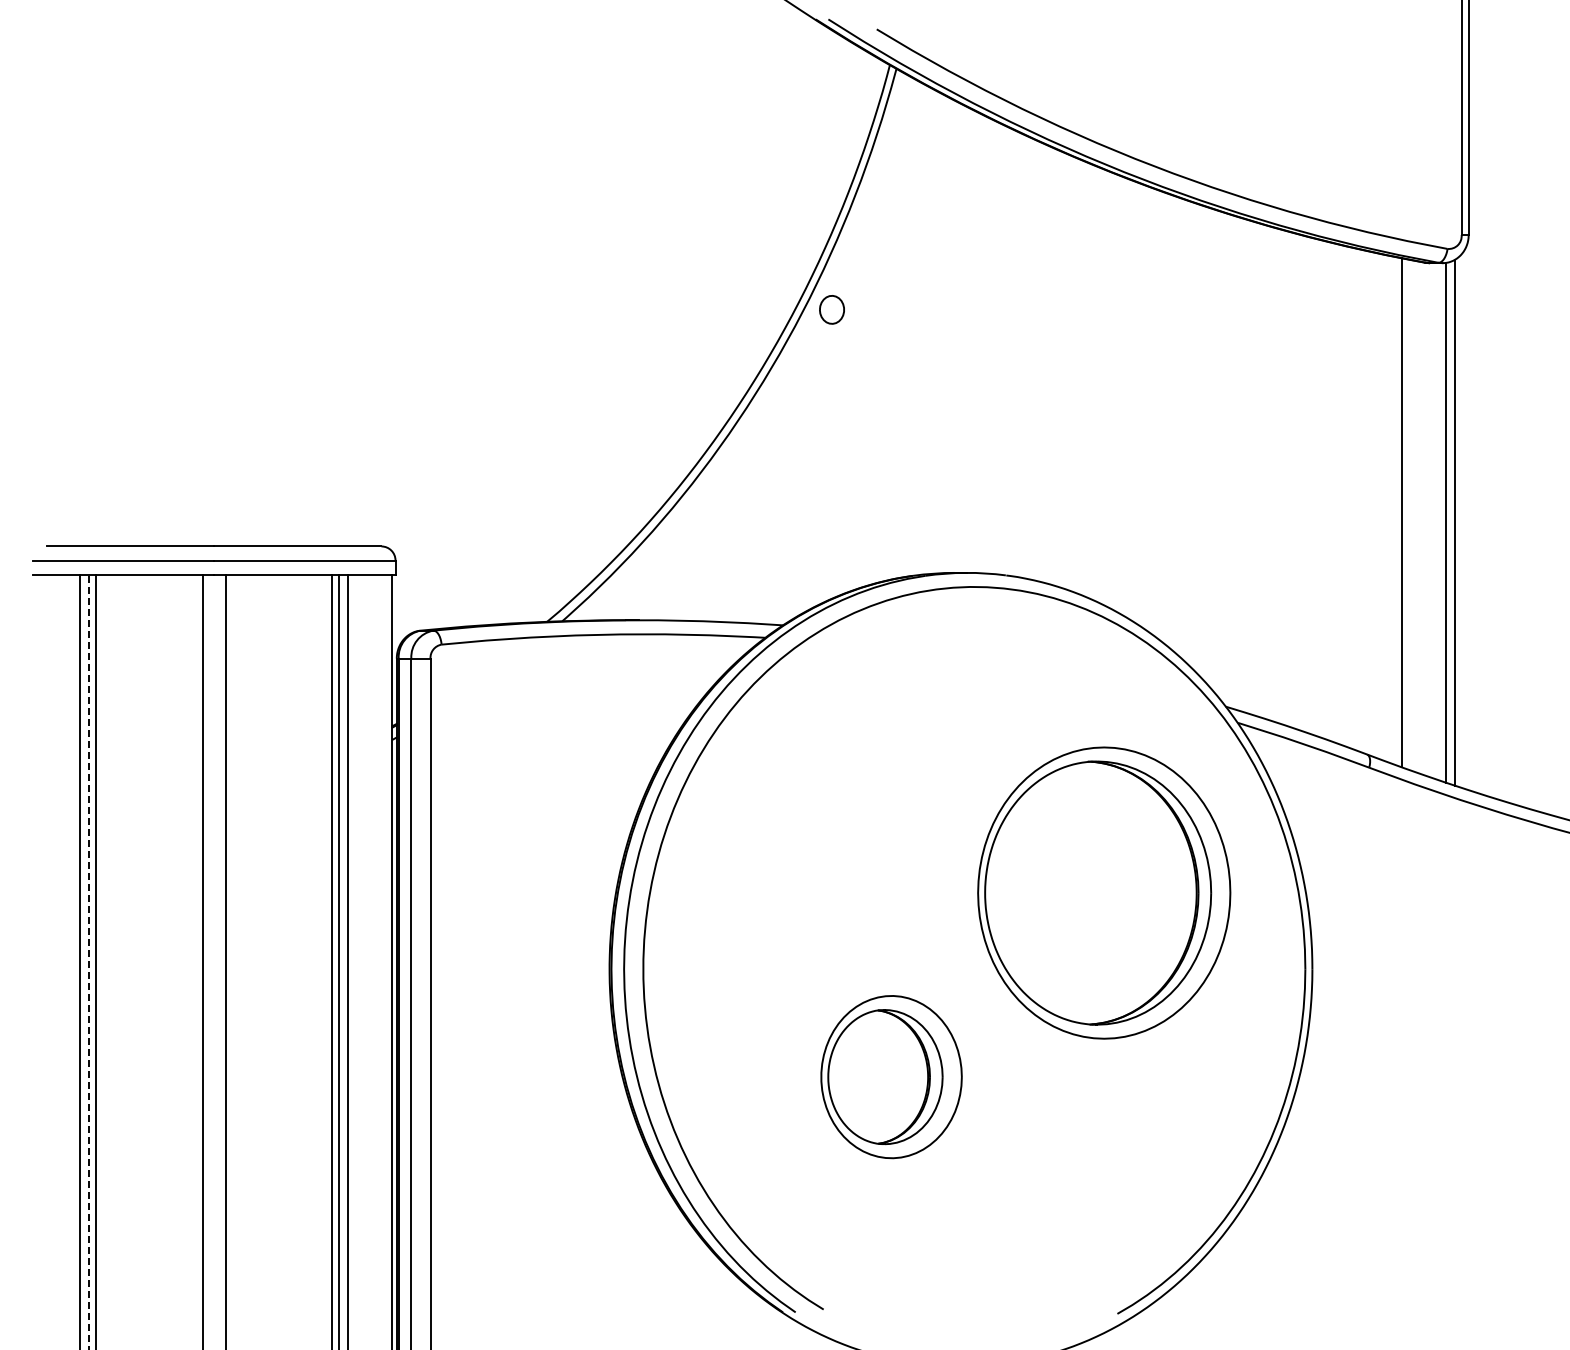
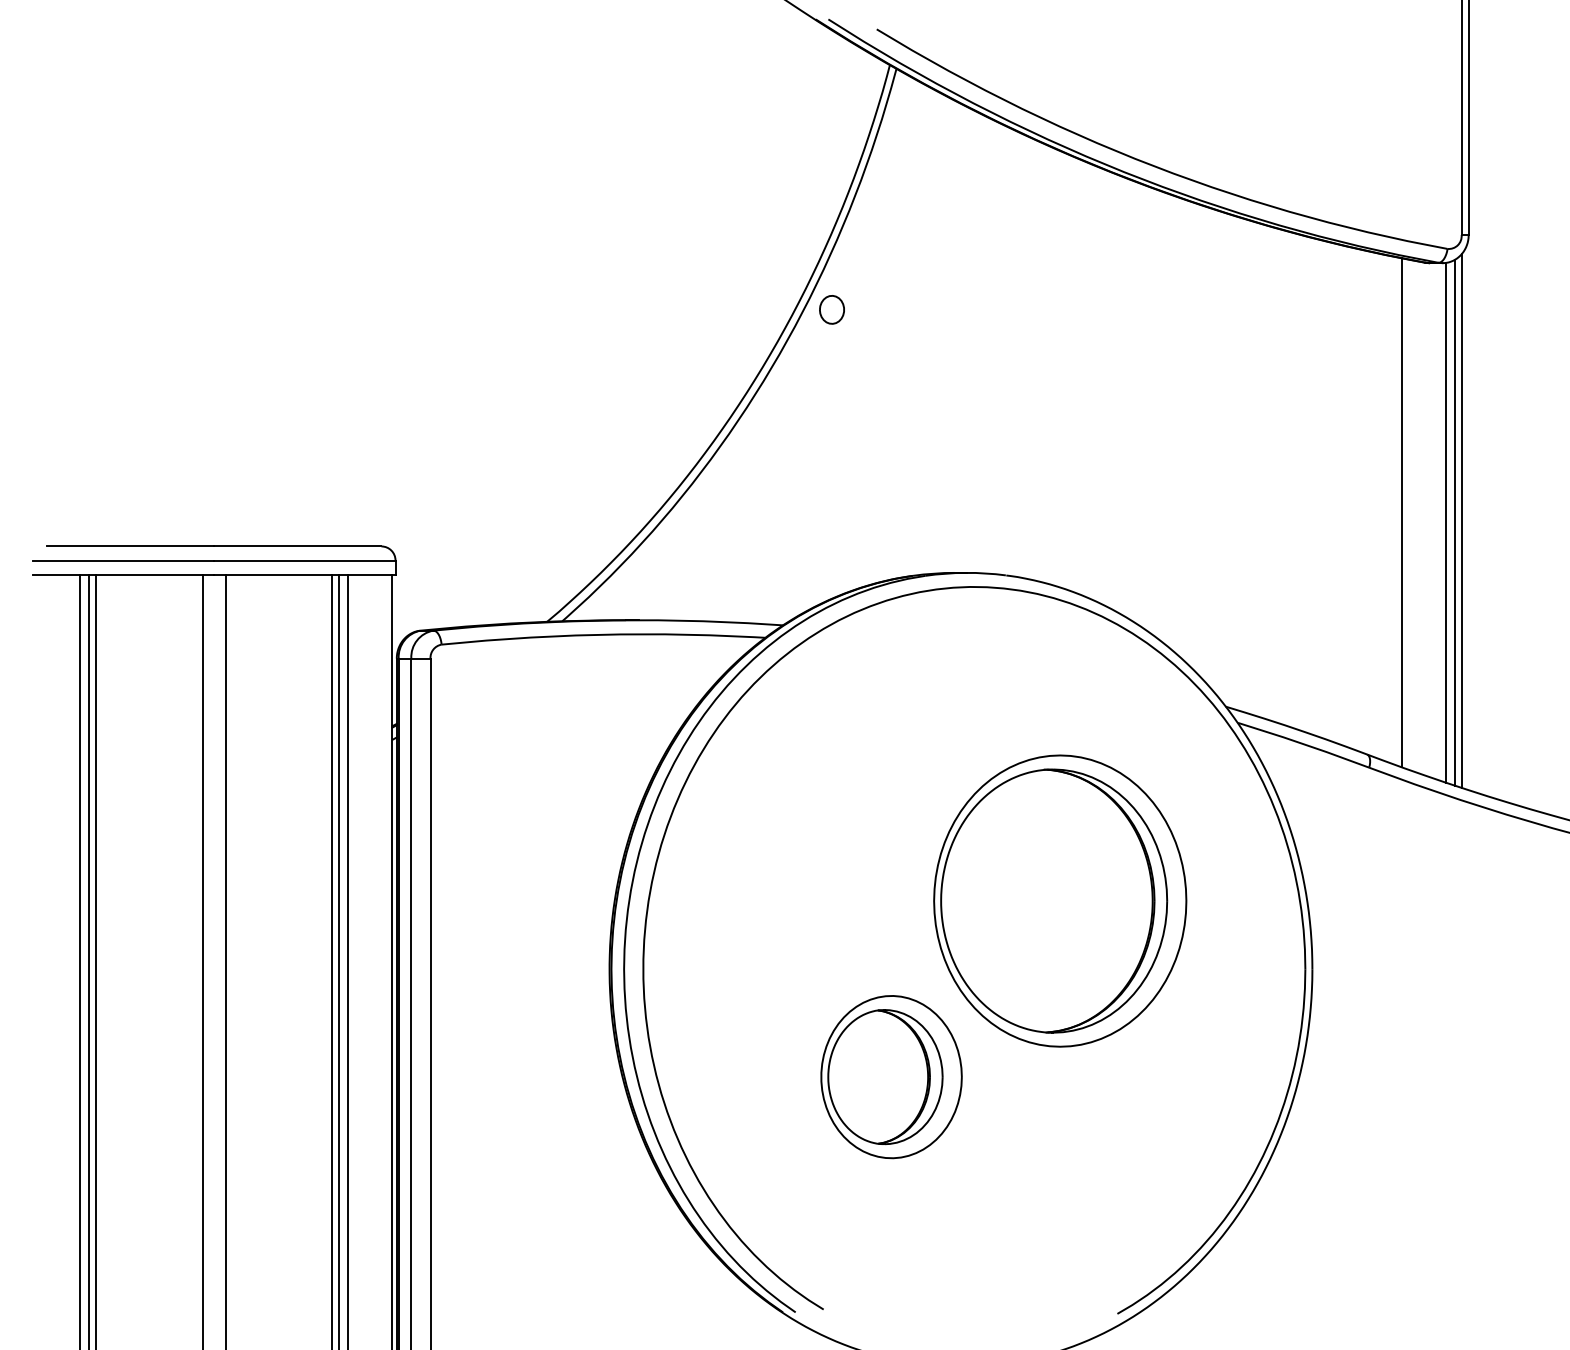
line at (1462, 520): none -> present
part at (1104, 892) position: (1104, 892) -> (1060, 900)
line at (89, 961): dashed -> solid
